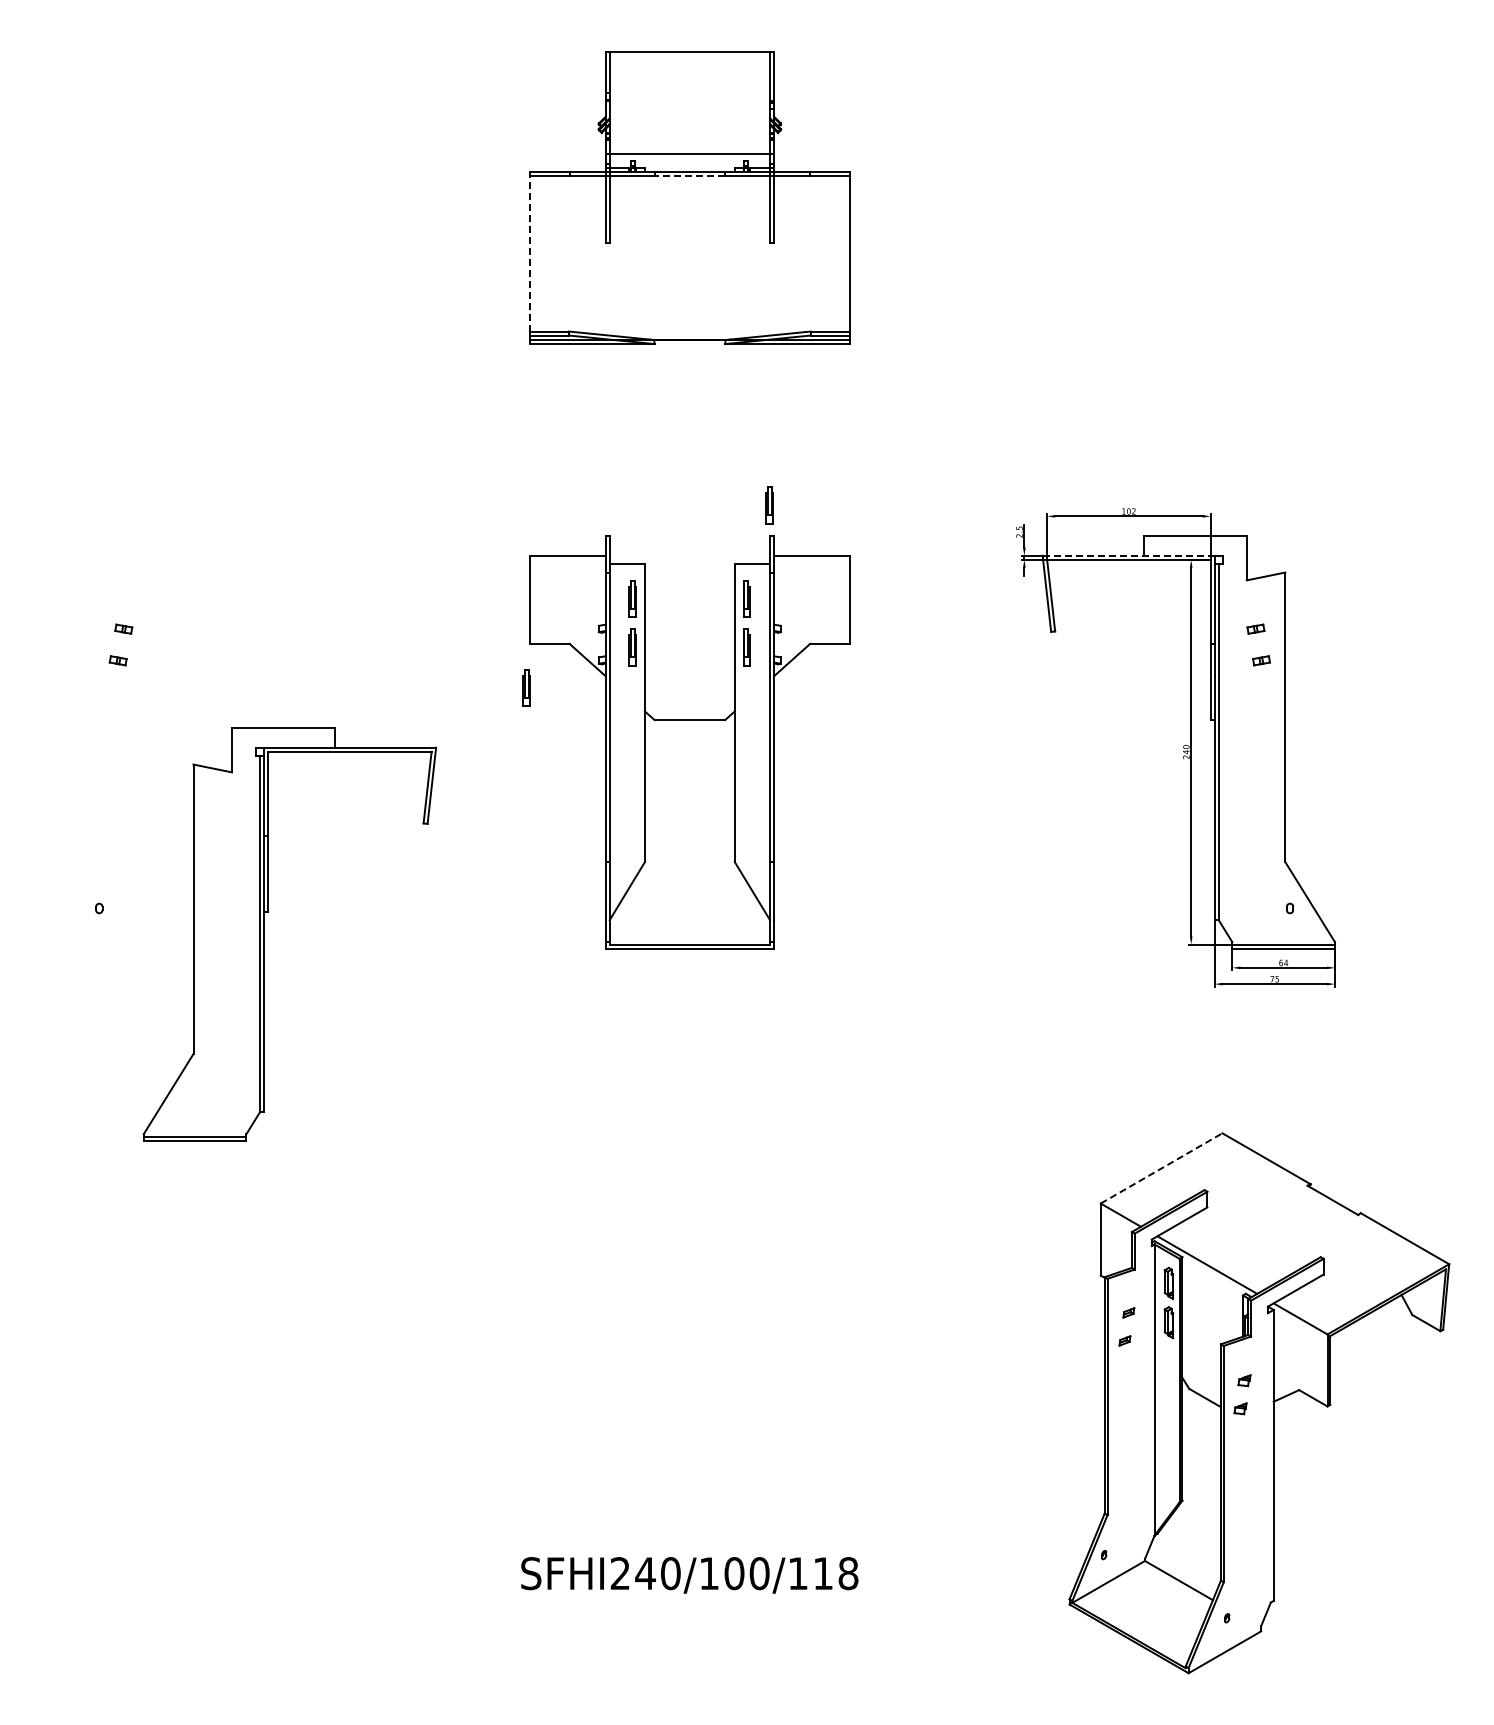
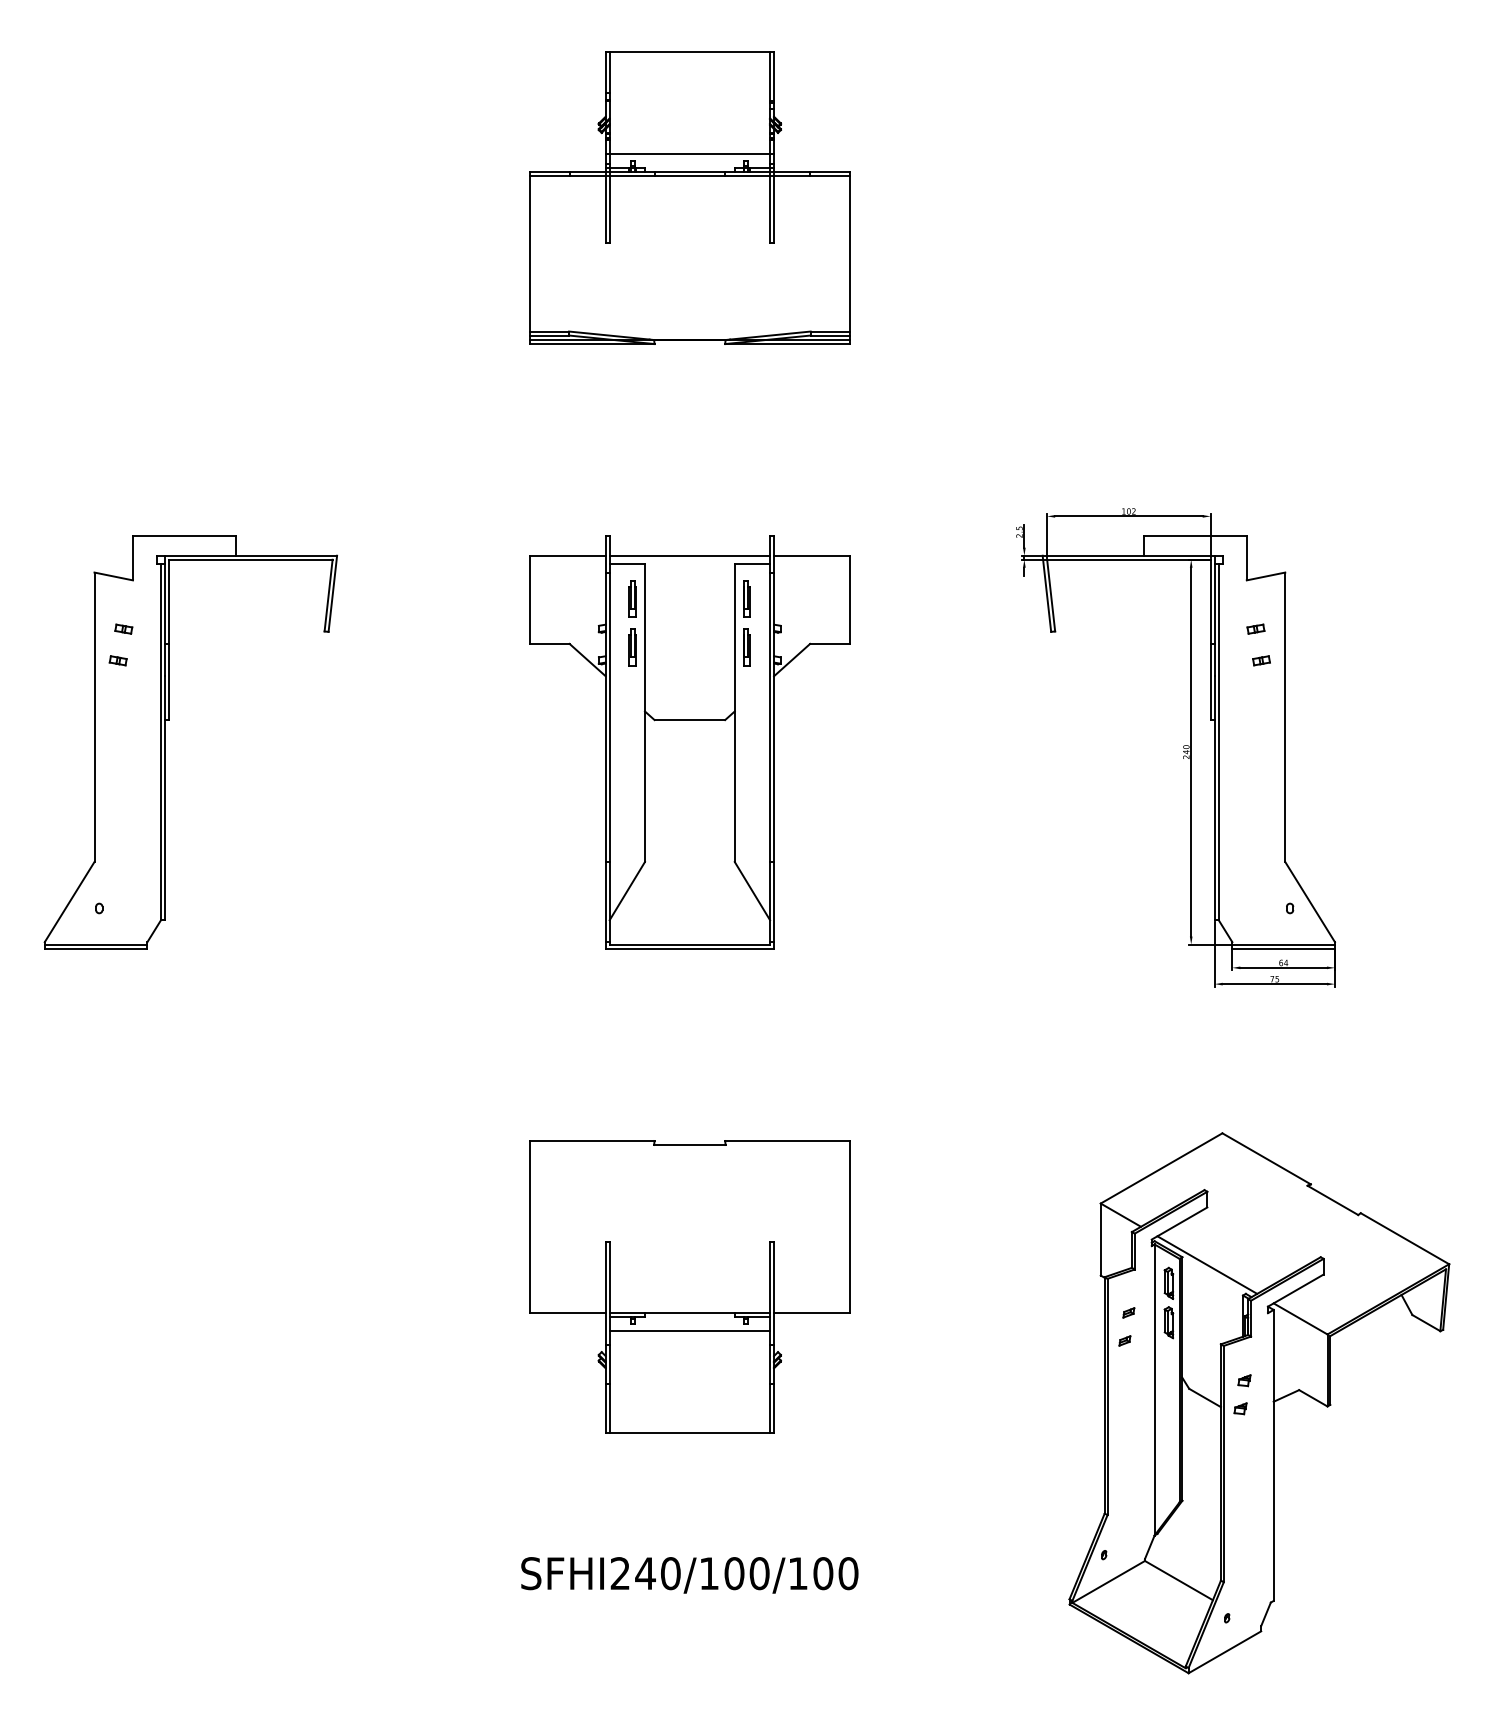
line at (689, 176): dashed -> solid
line at (529, 253): dashed -> solid
part at (769, 505): present -> none
line at (689, 555): none -> present
line at (1128, 555): dashed -> solid
part at (526, 687): present -> none
part at (264, 934) position: (264, 934) -> (165, 742)
line at (1162, 1168): dashed -> solid
part at (689, 1286): none -> present
text at (835, 1573): SFHI240/100/118 -> SFHI240/100/100
